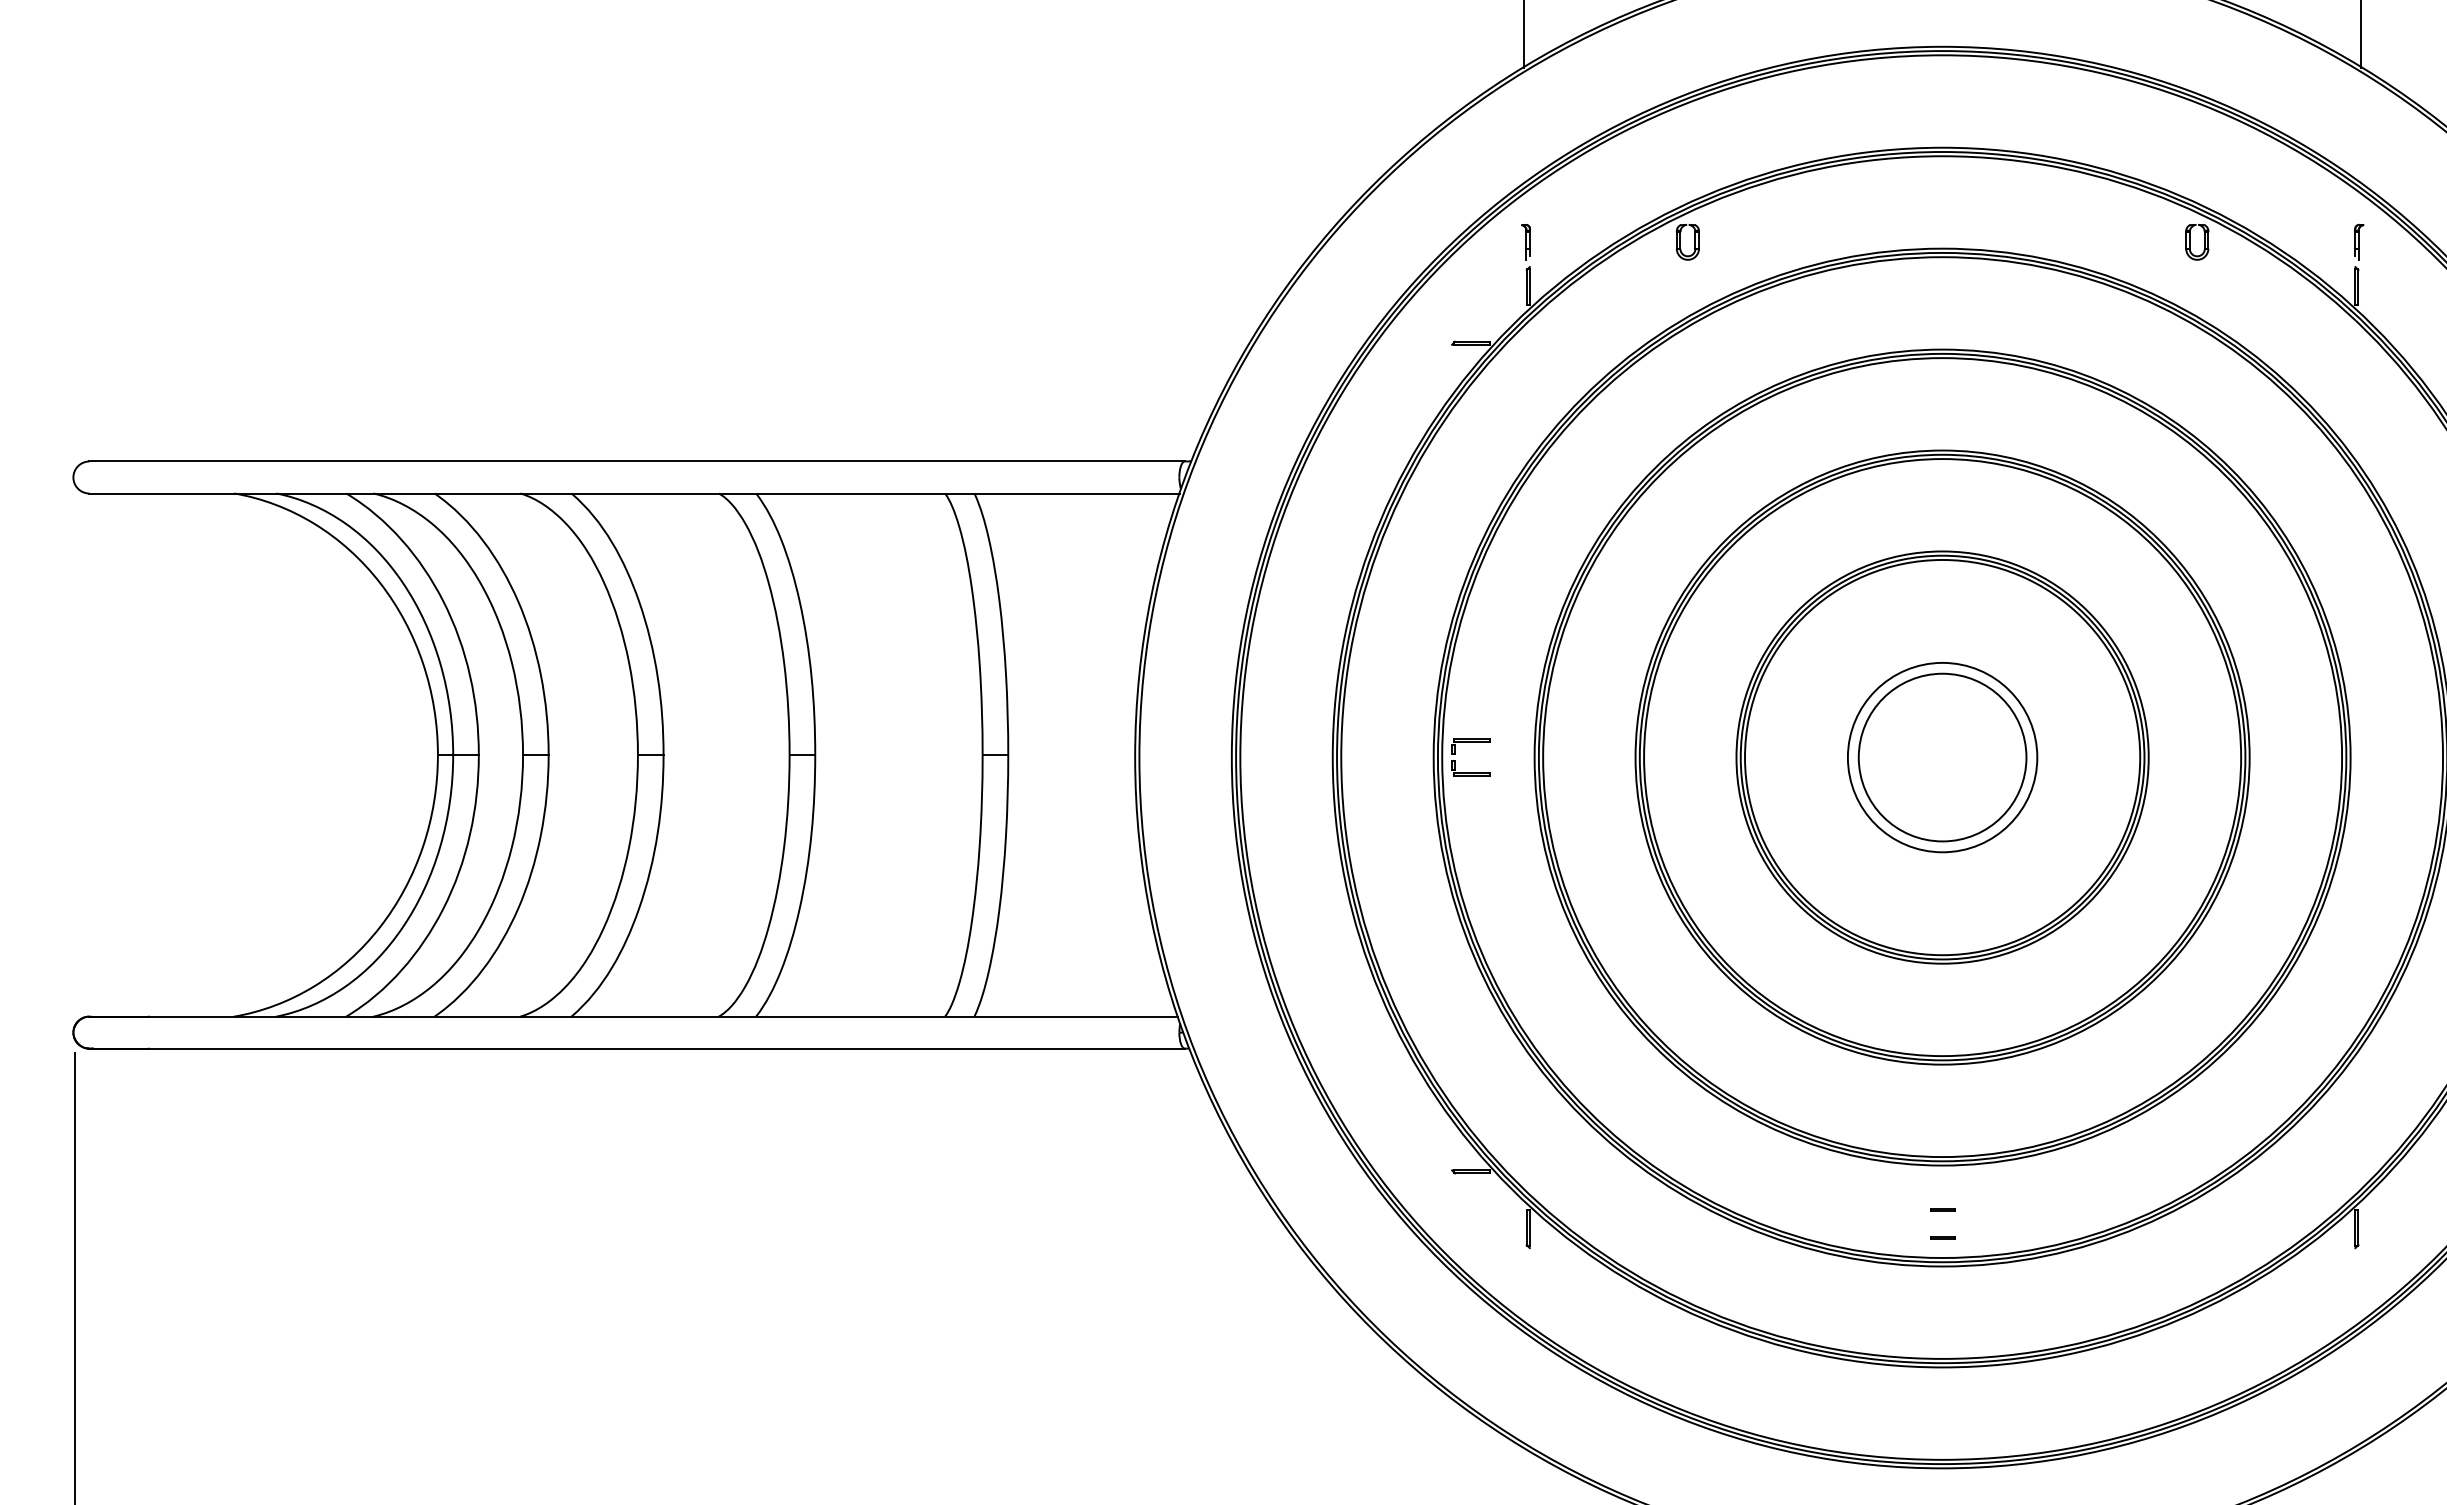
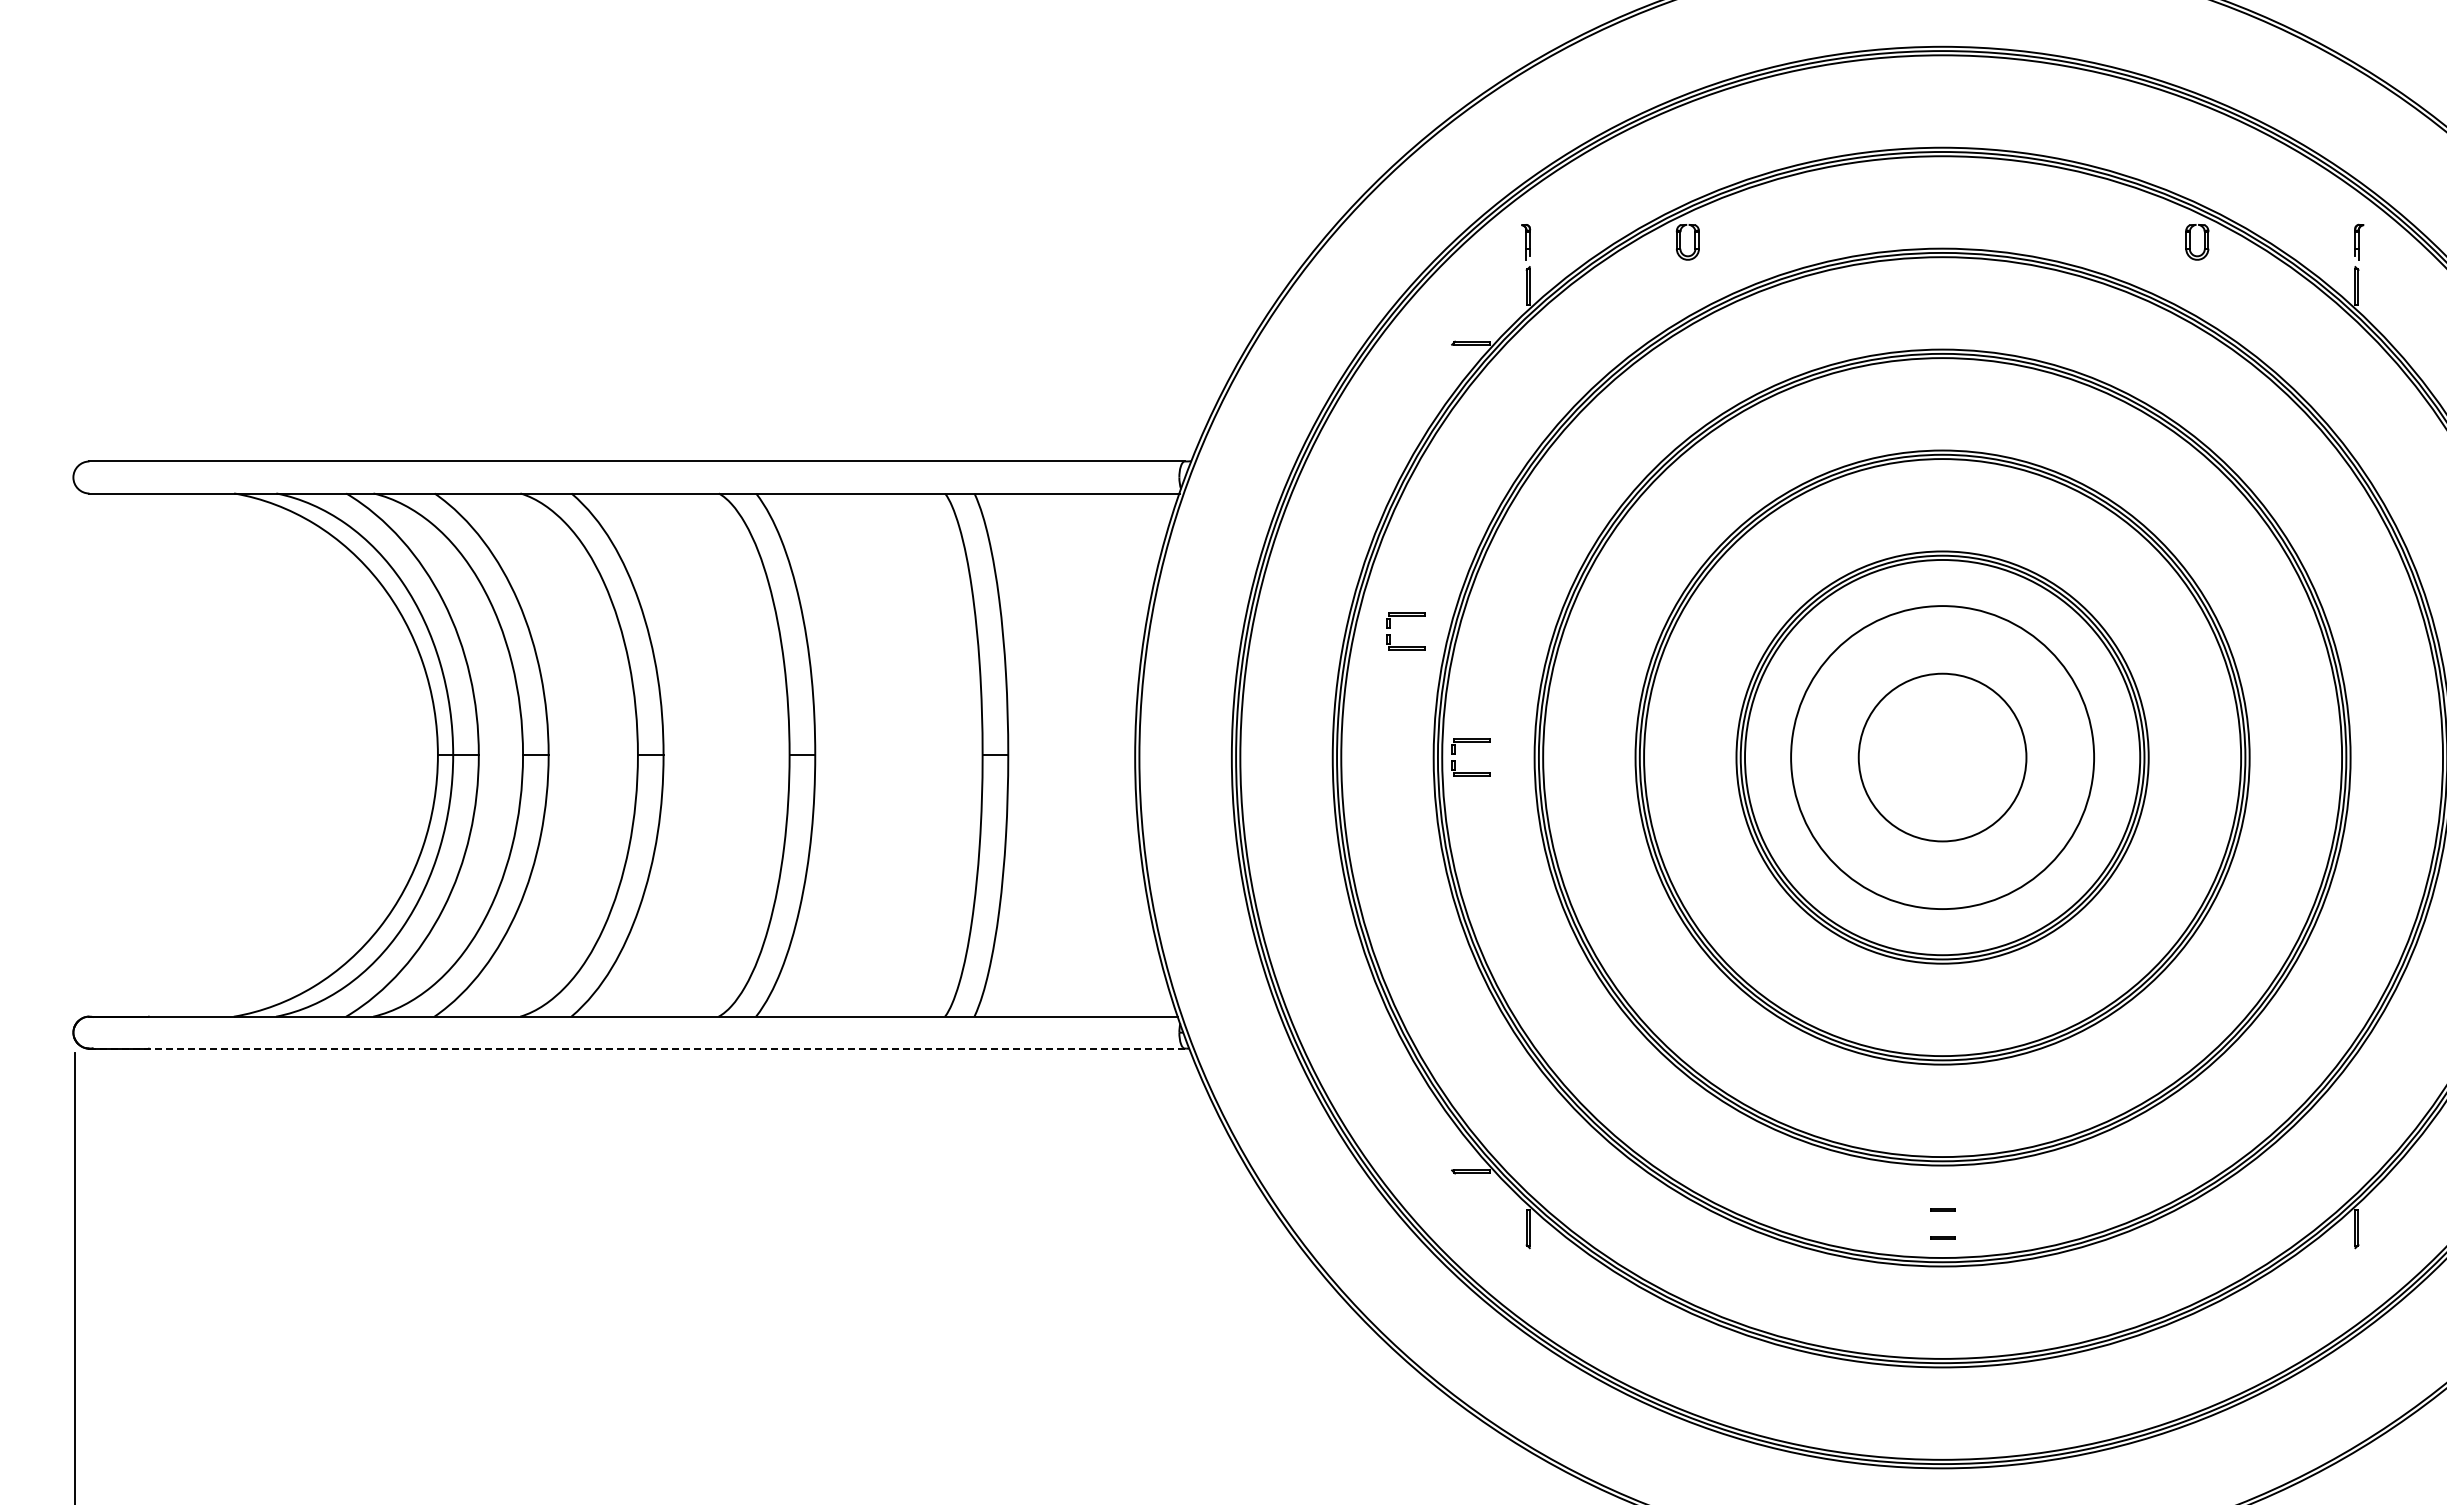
line at (1523, 34): present -> none
line at (2361, 34): present -> none
part at (1405, 616): none -> present
circle at (1942, 757) diameter: 189 px -> 303 px
line at (637, 1048): solid -> dashed
